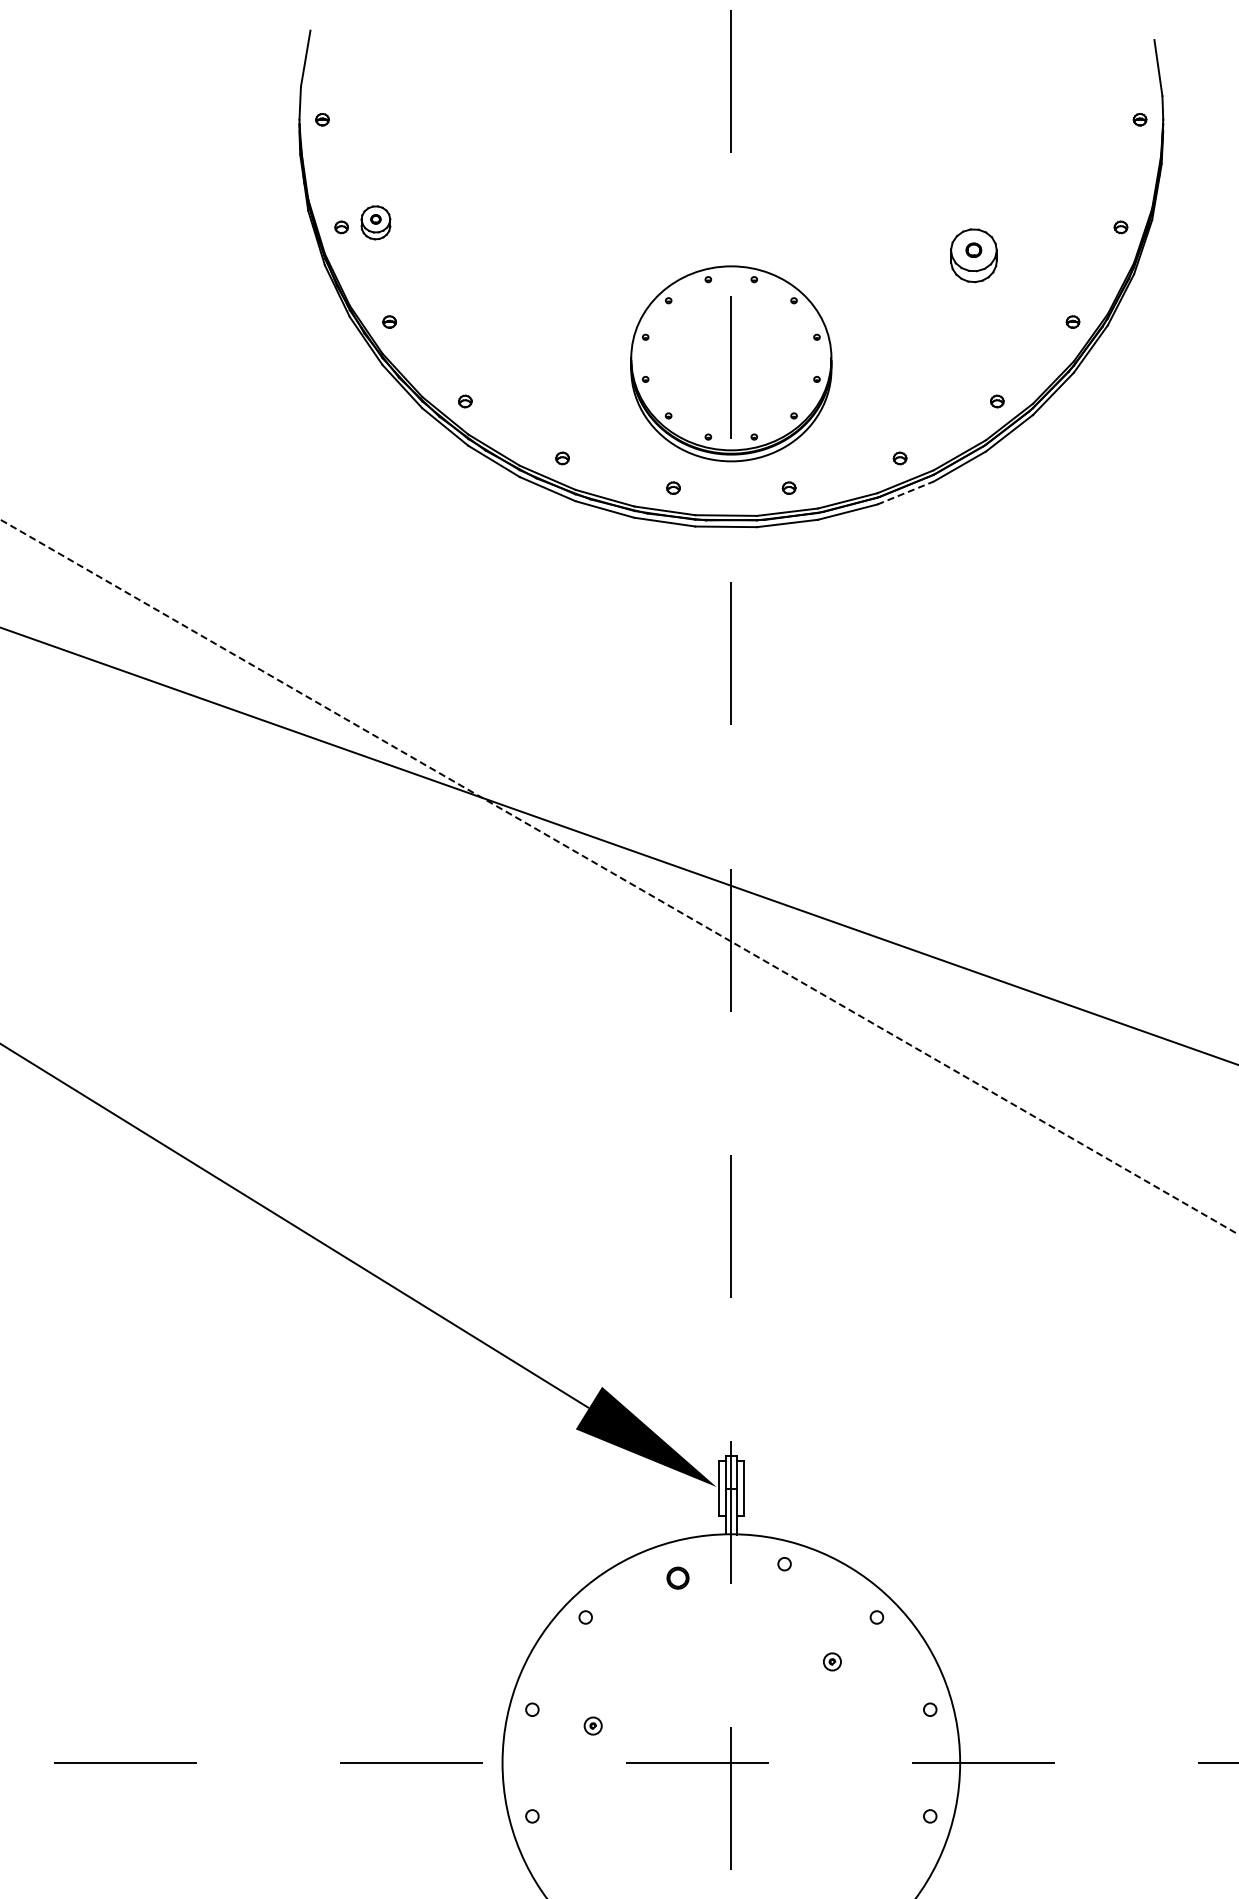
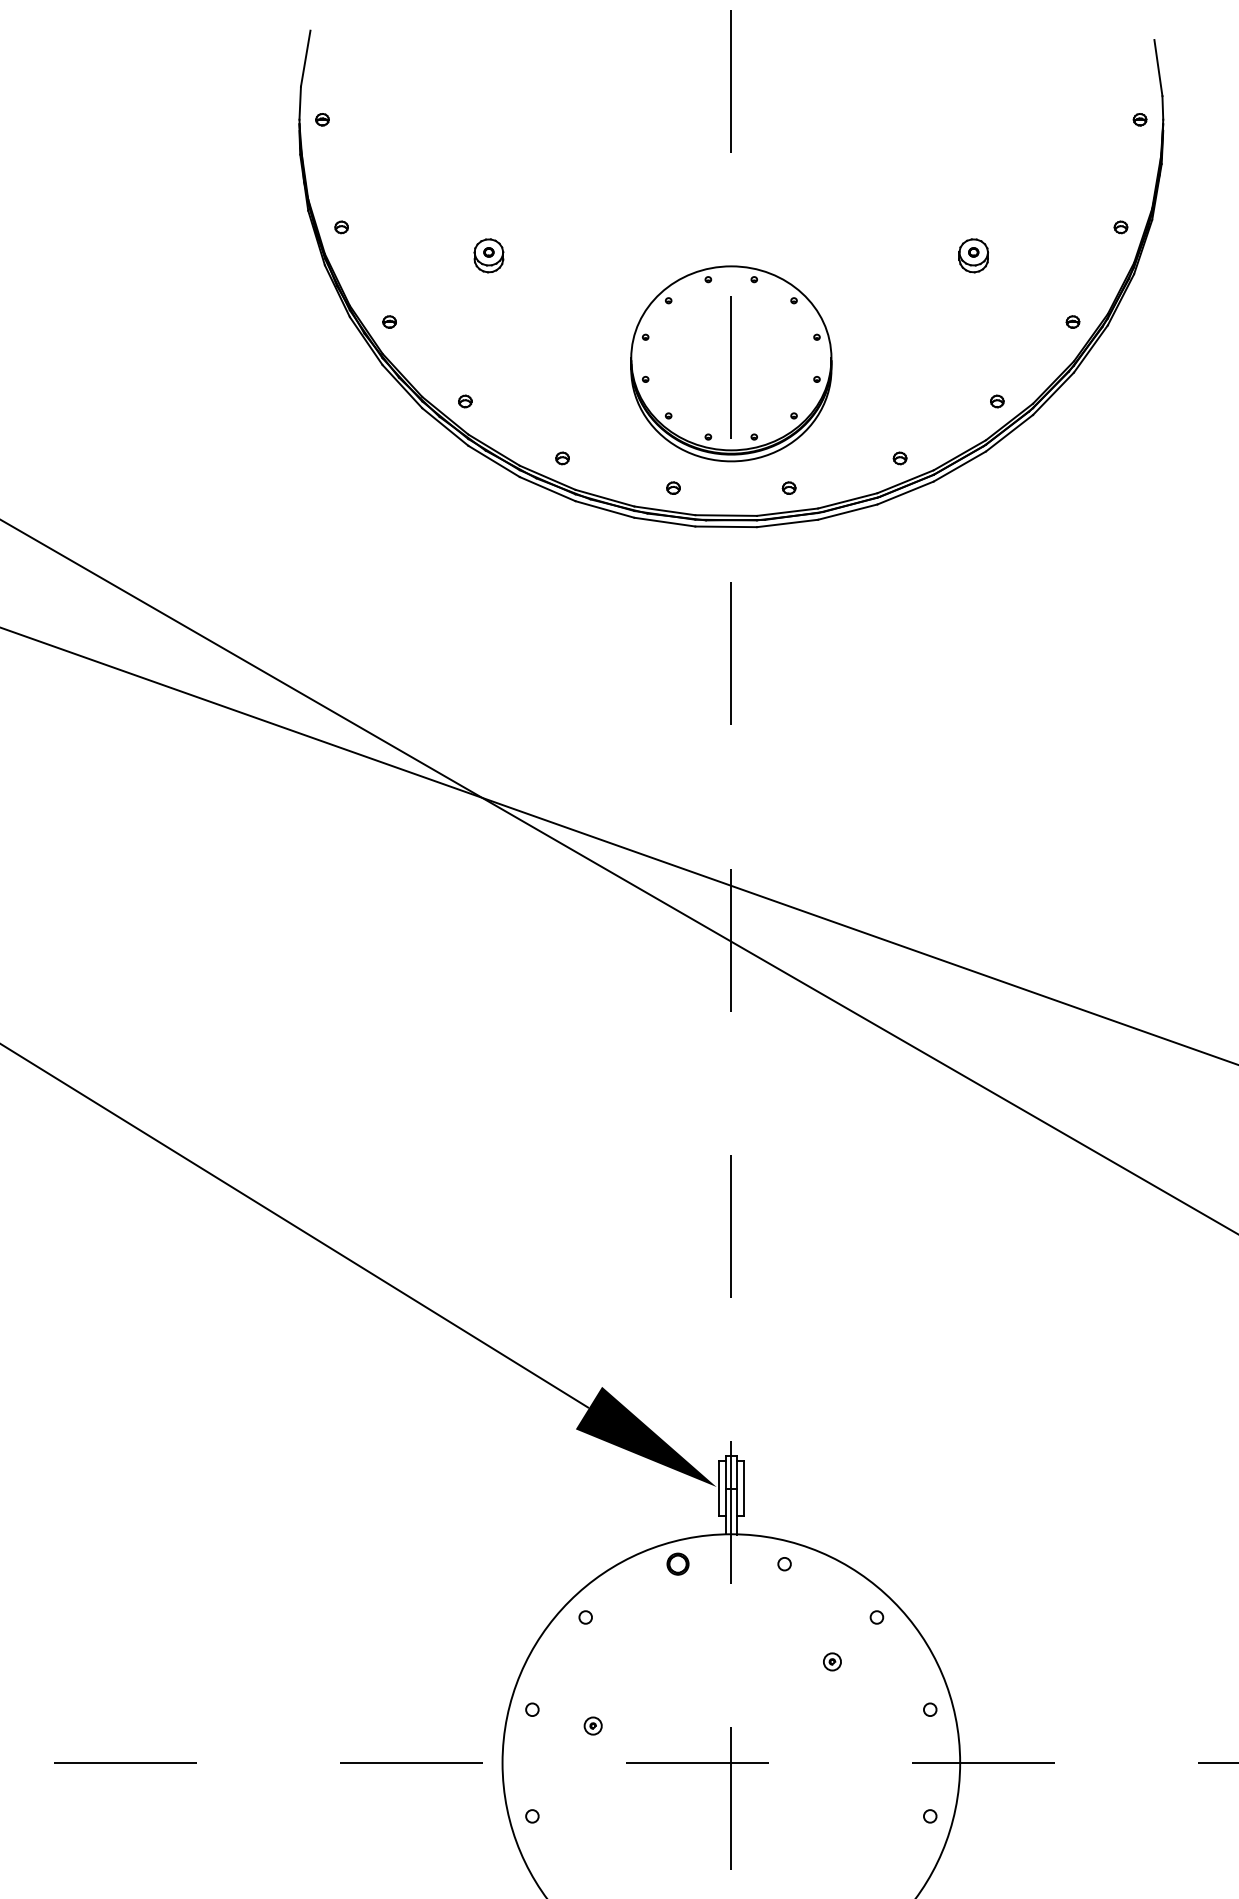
part at (375, 222) position: (375, 222) -> (488, 255)
part at (973, 255) size: 48x56 px -> 31x36 px
line at (906, 492): dashed -> solid
line at (619, 877): dashed -> solid
part at (677, 1577) position: (677, 1577) -> (677, 1563)
